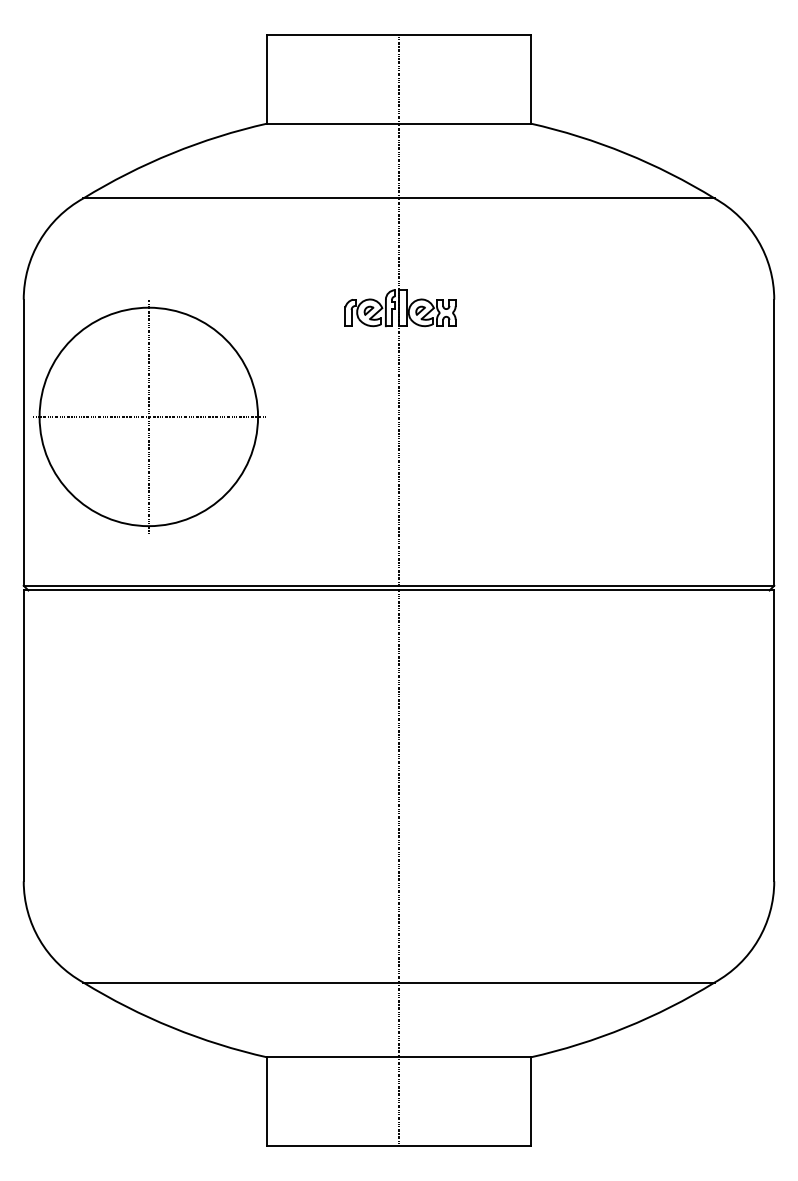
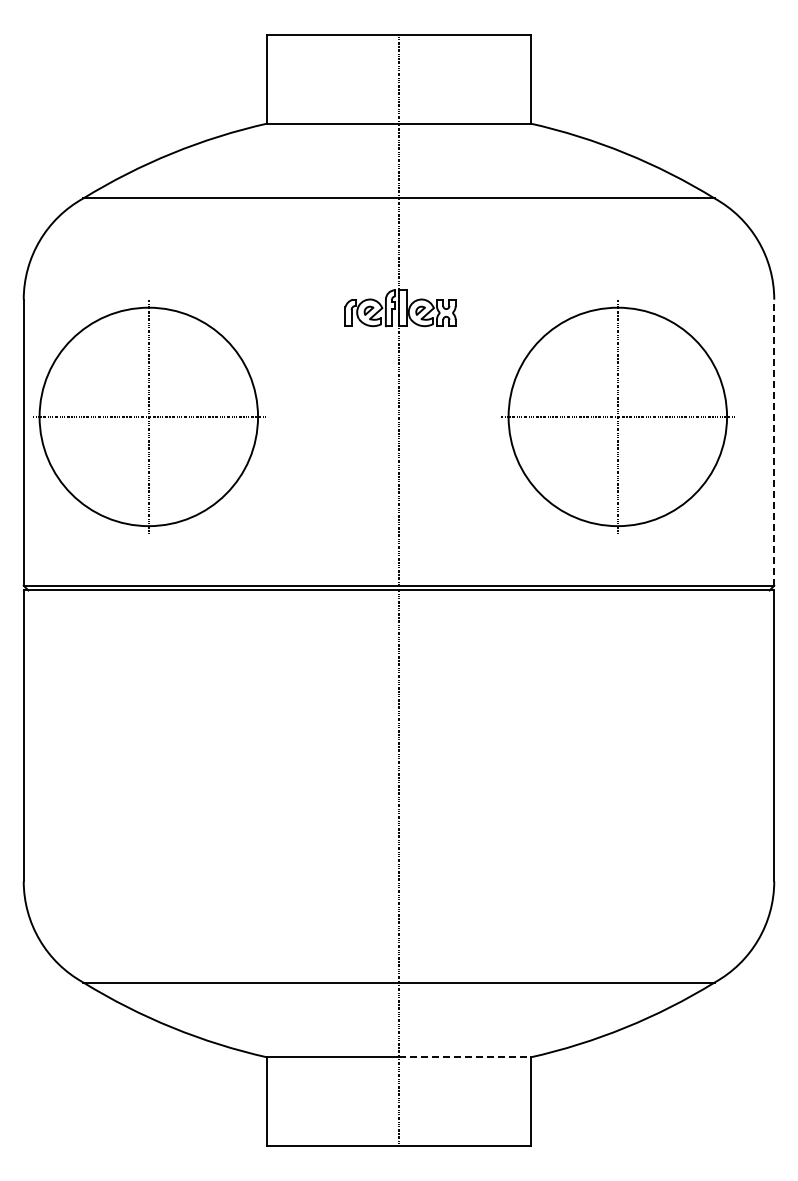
part at (618, 416): none -> present
line at (774, 442): solid -> dashed
line at (464, 1057): solid -> dashed
